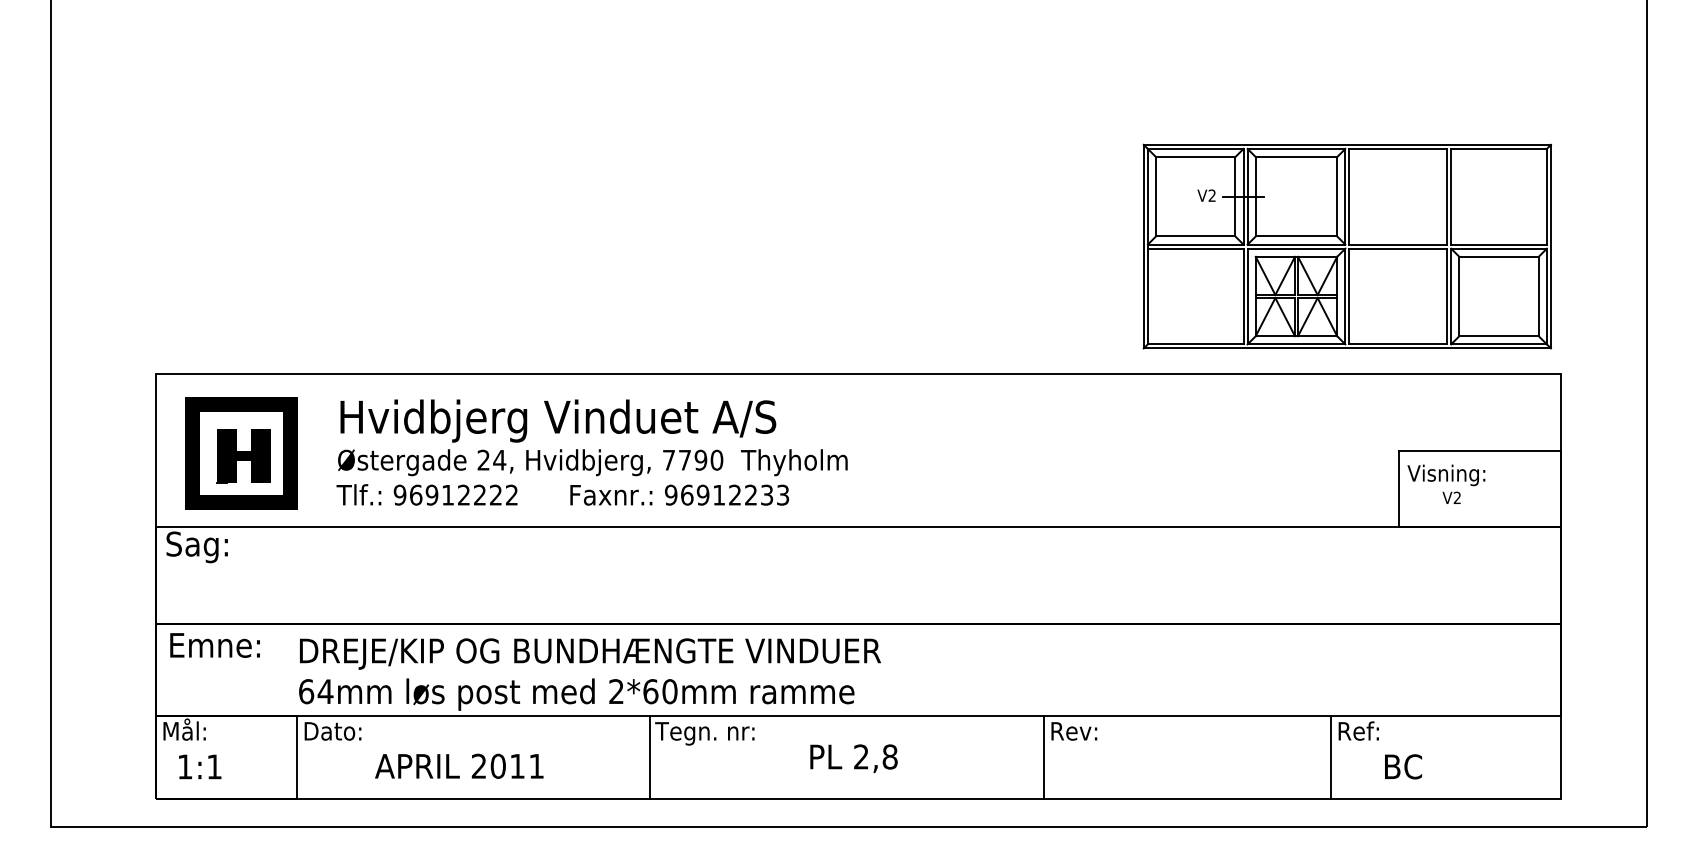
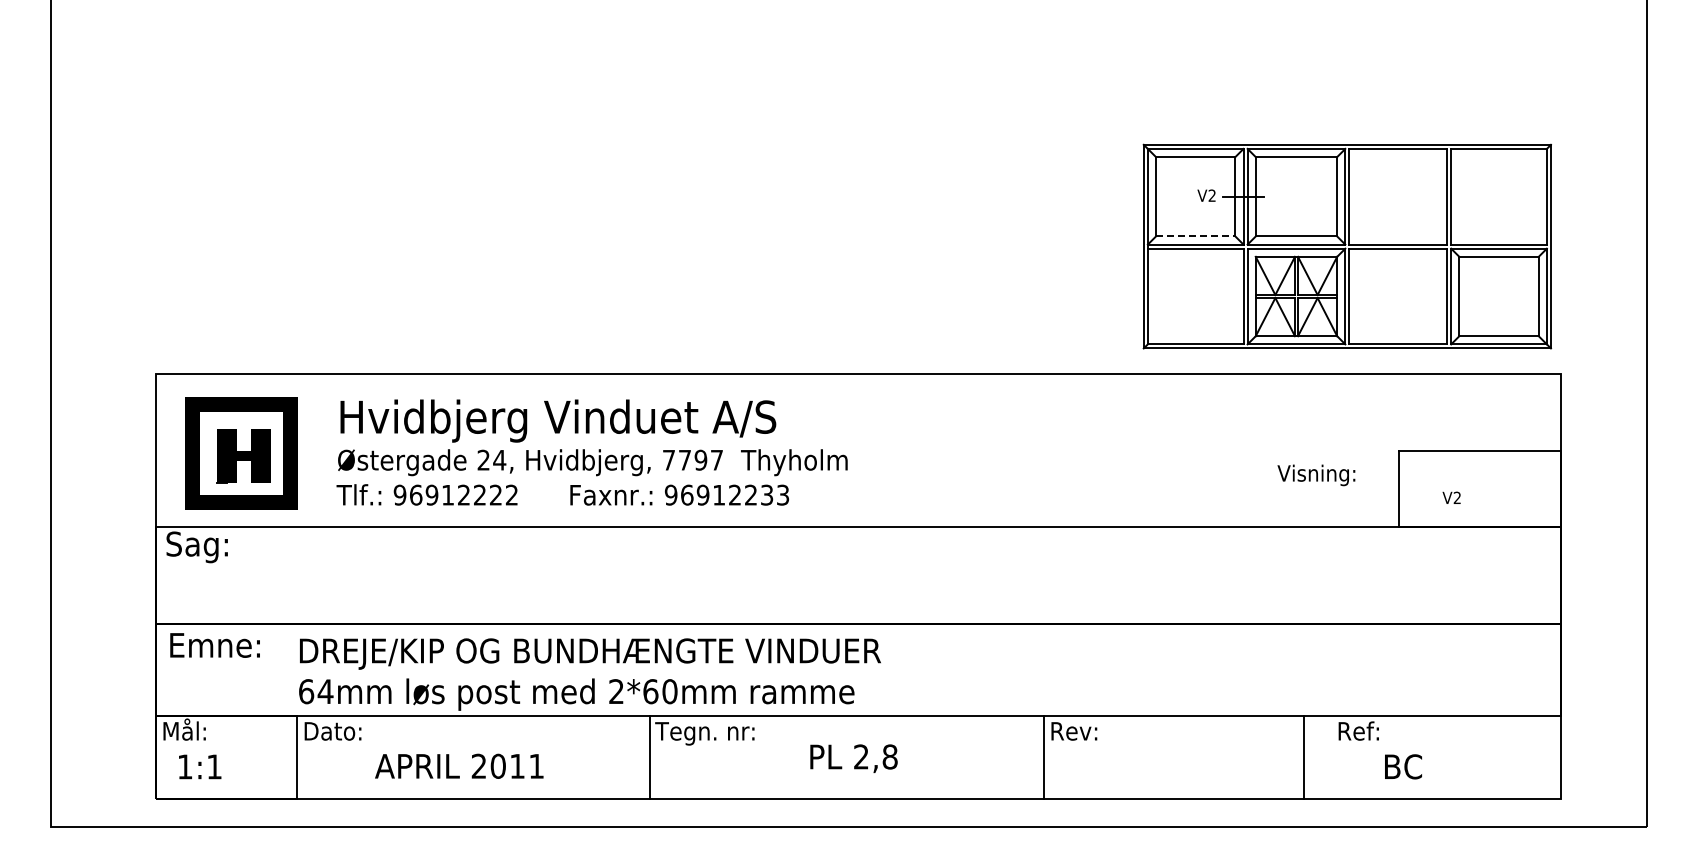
line at (1195, 236): solid -> dashed
text at (716, 459): 7790 -> 7797
text at (1446, 475) position: (1446, 475) -> (1316, 475)
line at (1331, 757) position: (1331, 757) -> (1304, 757)
